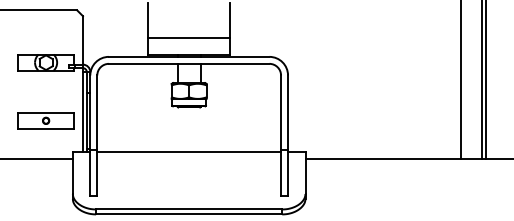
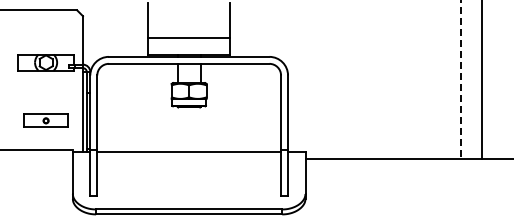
line at (460, 80): solid -> dashed
line at (486, 80): present -> none
part at (45, 120) size: 58x18 px -> 46x15 px
line at (37, 159) position: (37, 159) -> (37, 150)
